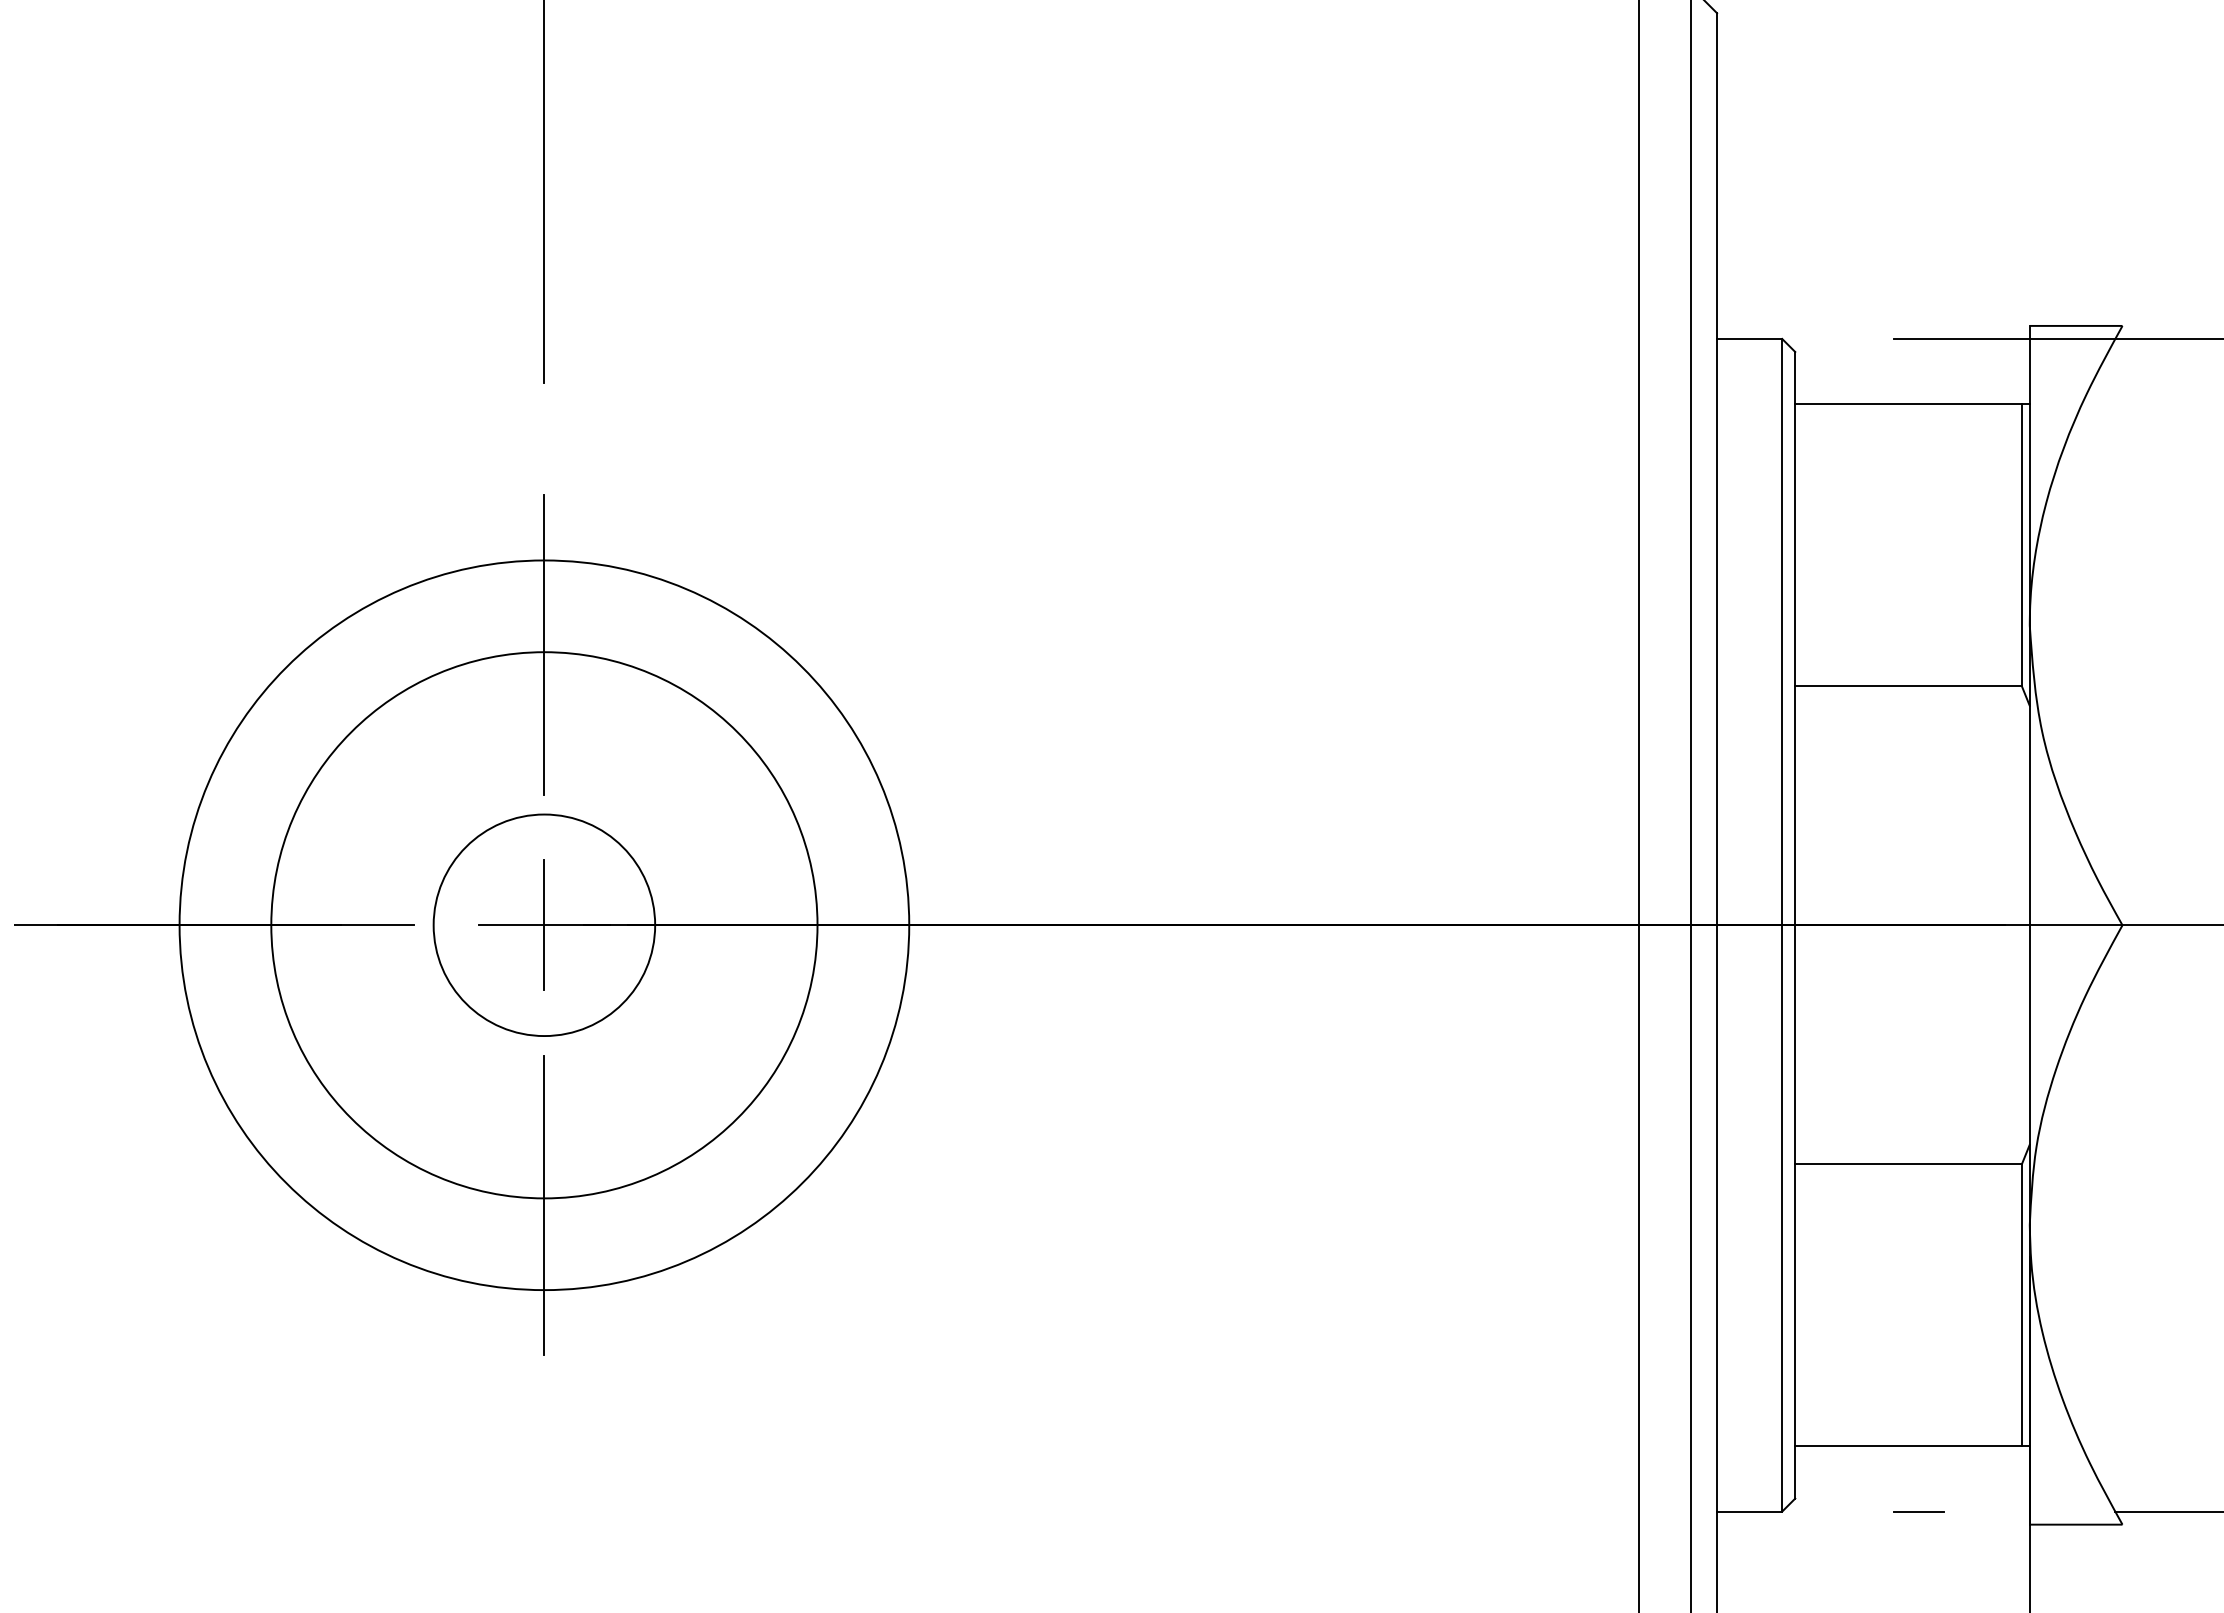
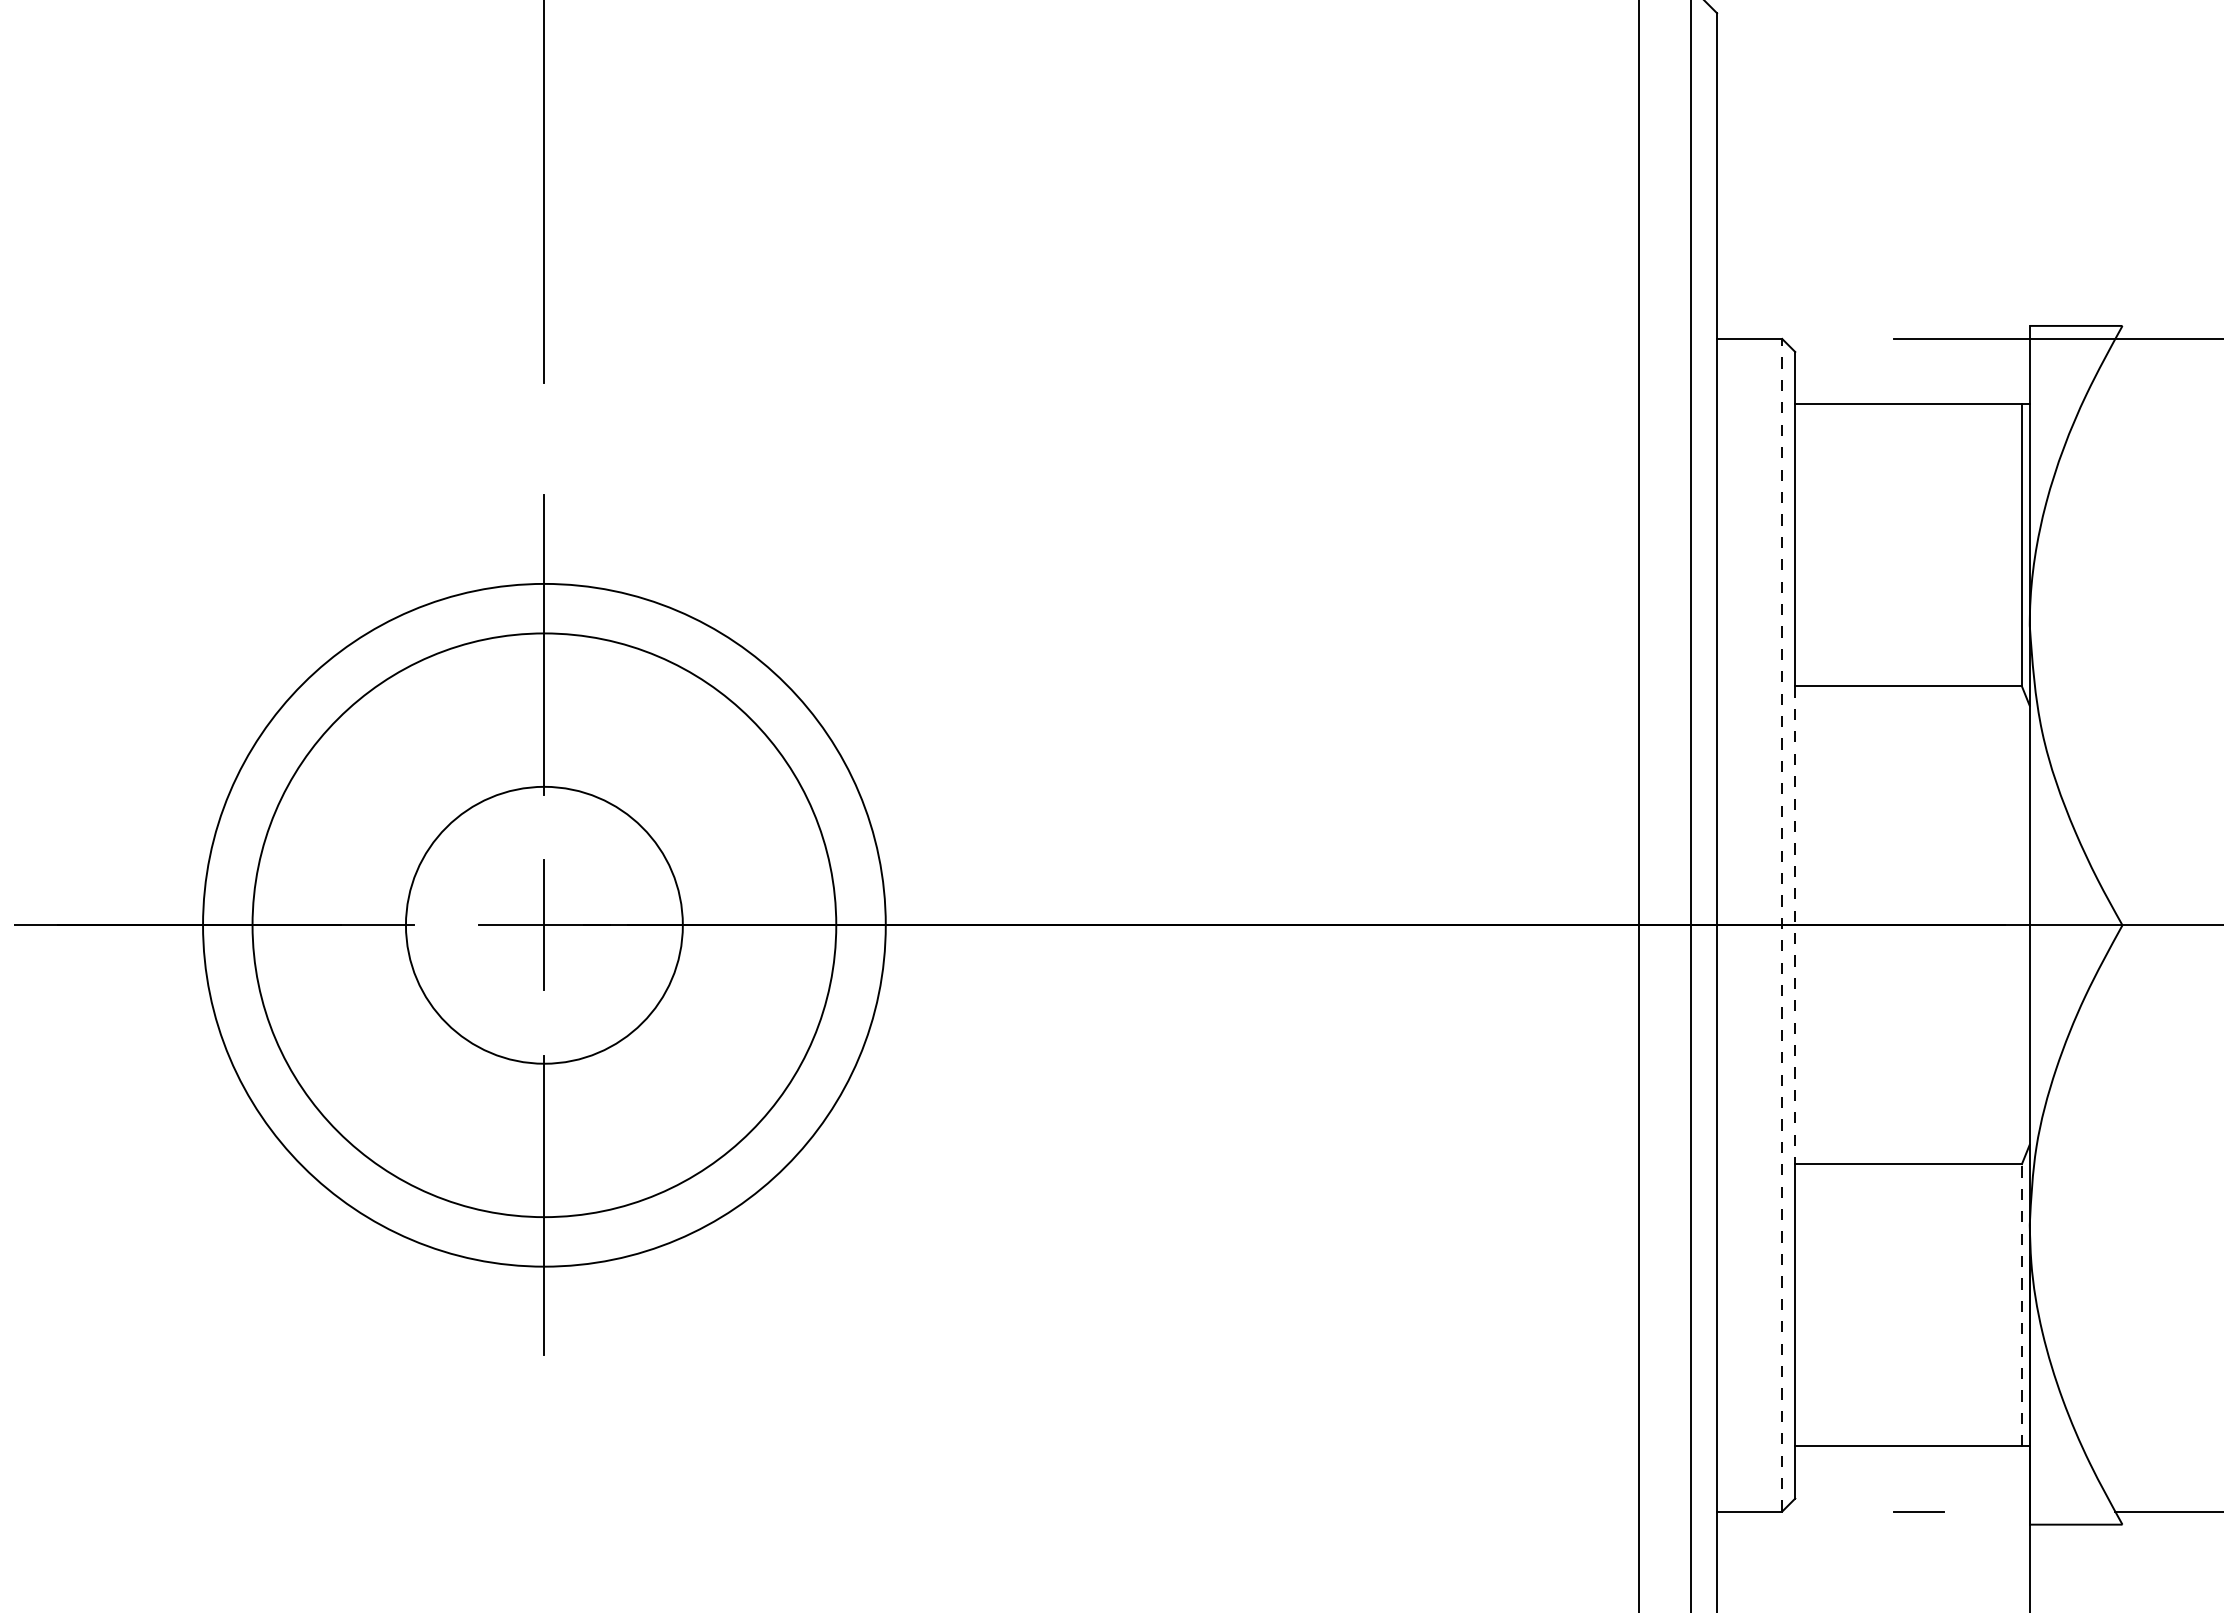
line at (1782, 924): solid -> dashed
circle at (544, 925) diameter: 222 px -> 277 px
circle at (544, 925) diameter: 546 px -> 683 px
circle at (544, 925) diameter: 730 px -> 584 px
line at (1795, 925): solid -> dashed
line at (2021, 1304): solid -> dashed
